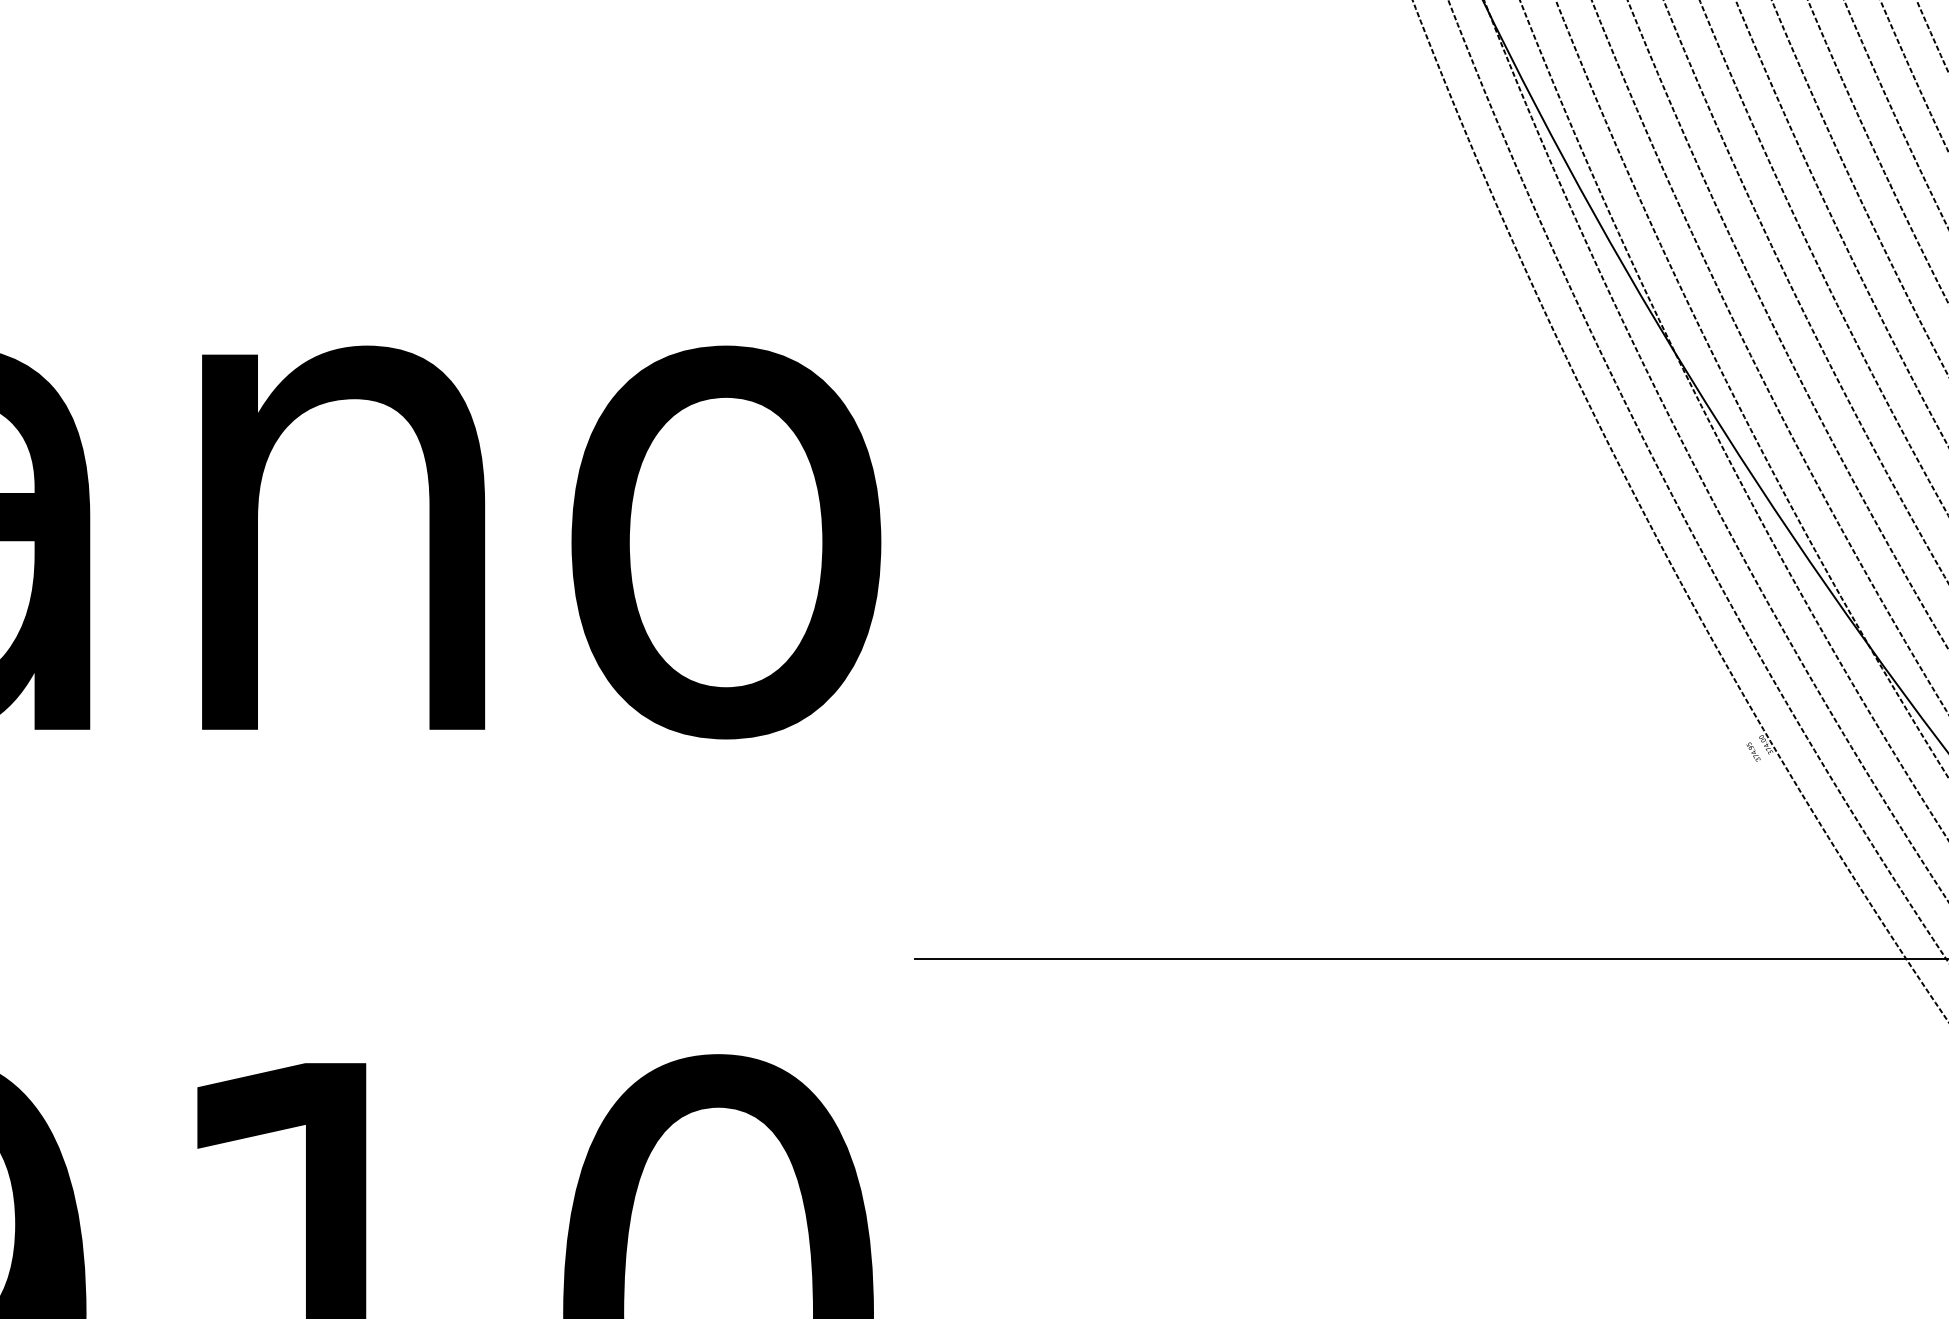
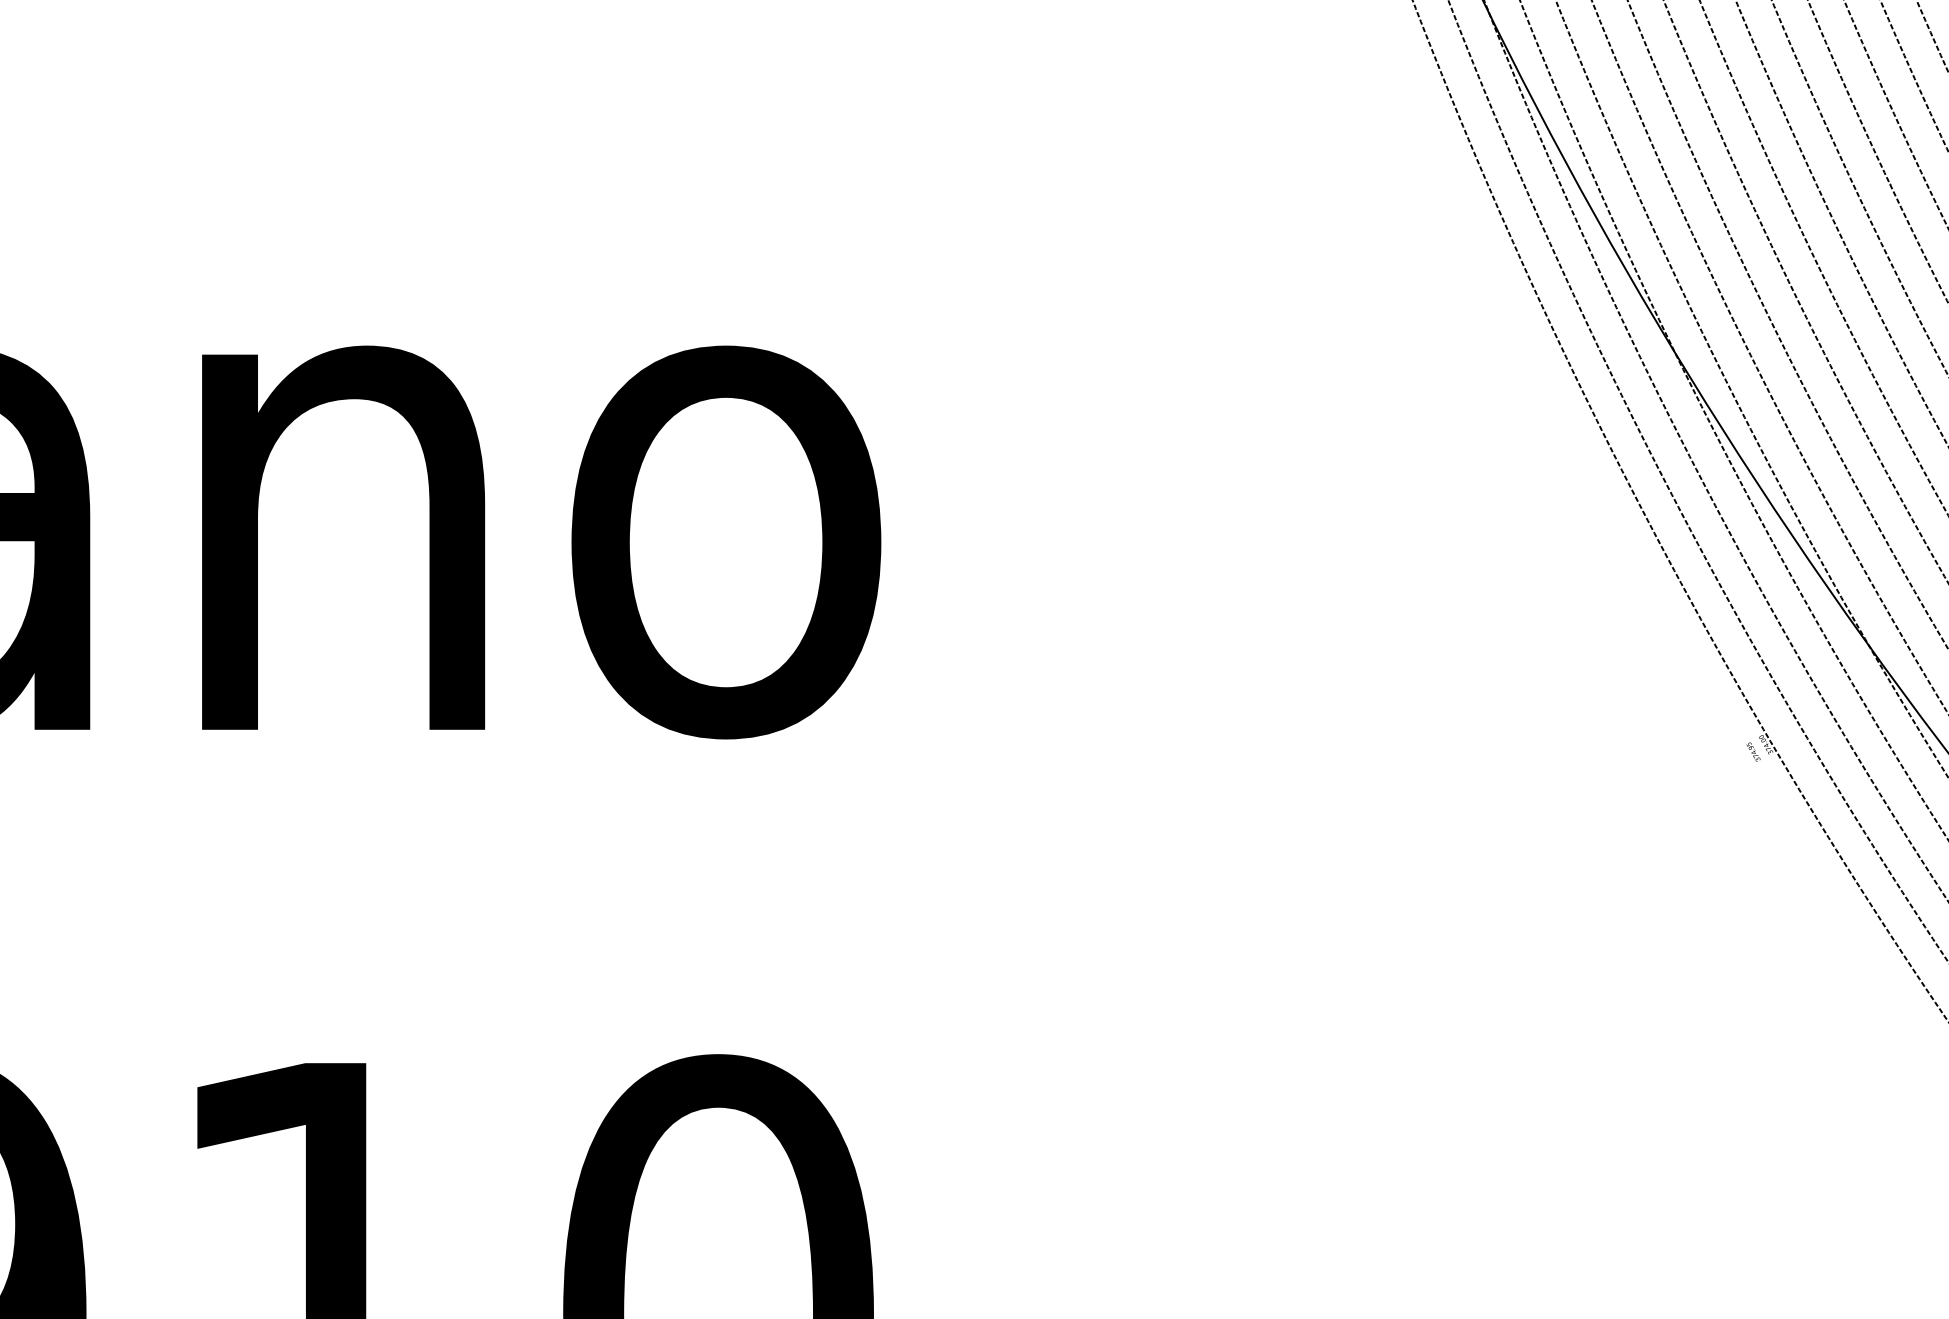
line at (1429, 958): present -> none
